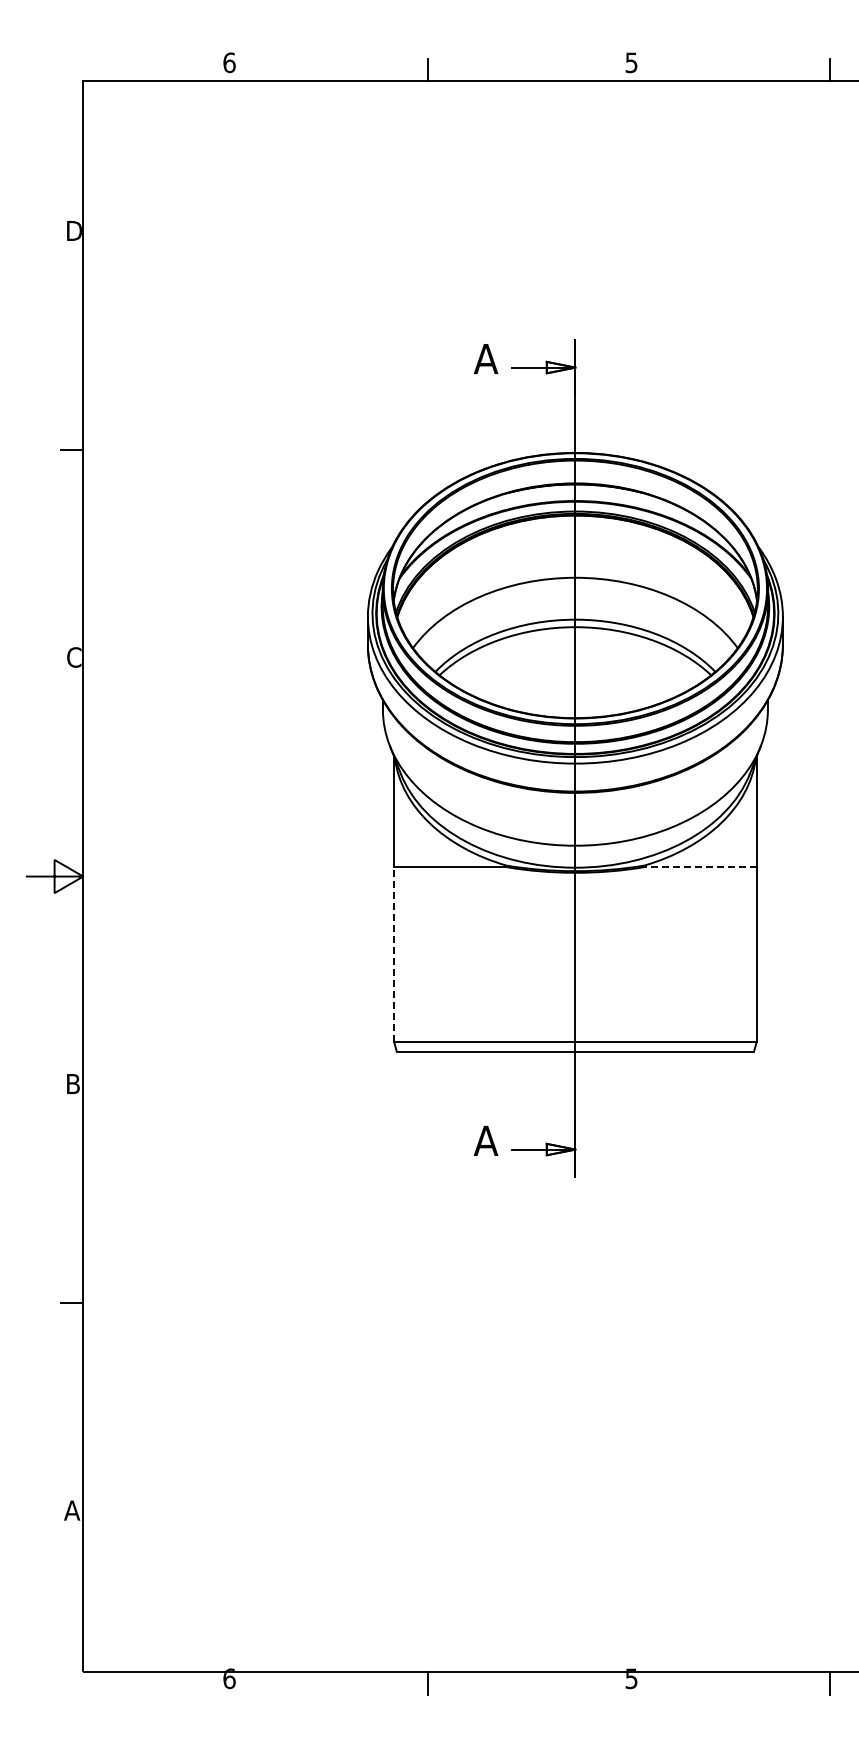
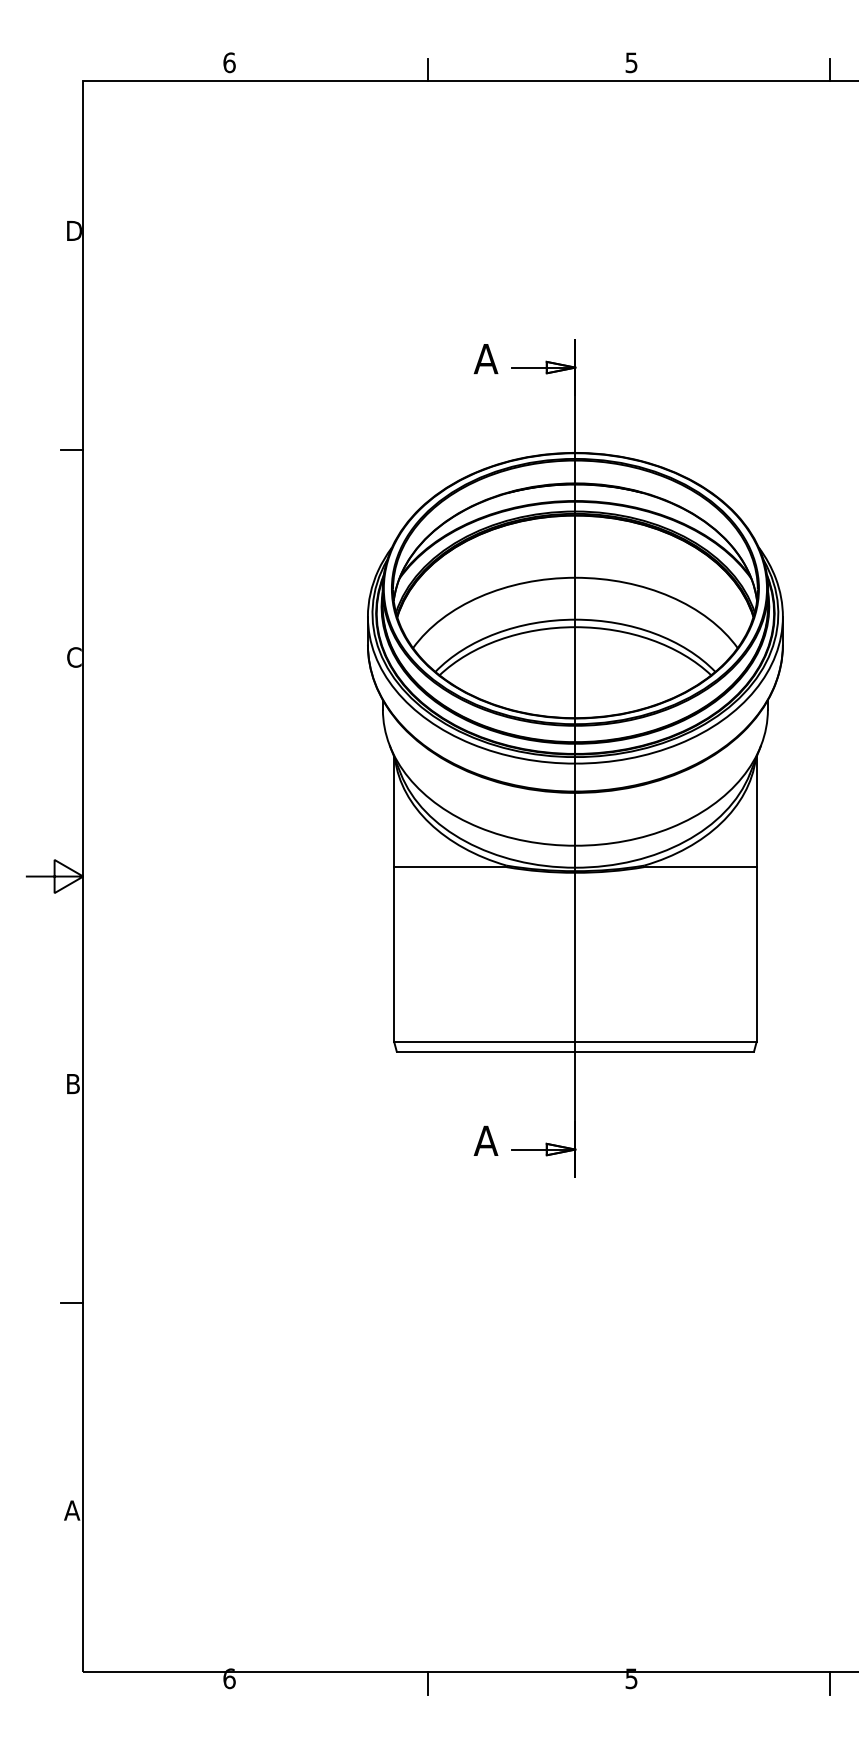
line at (699, 867): dashed -> solid
line at (394, 954): dashed -> solid
